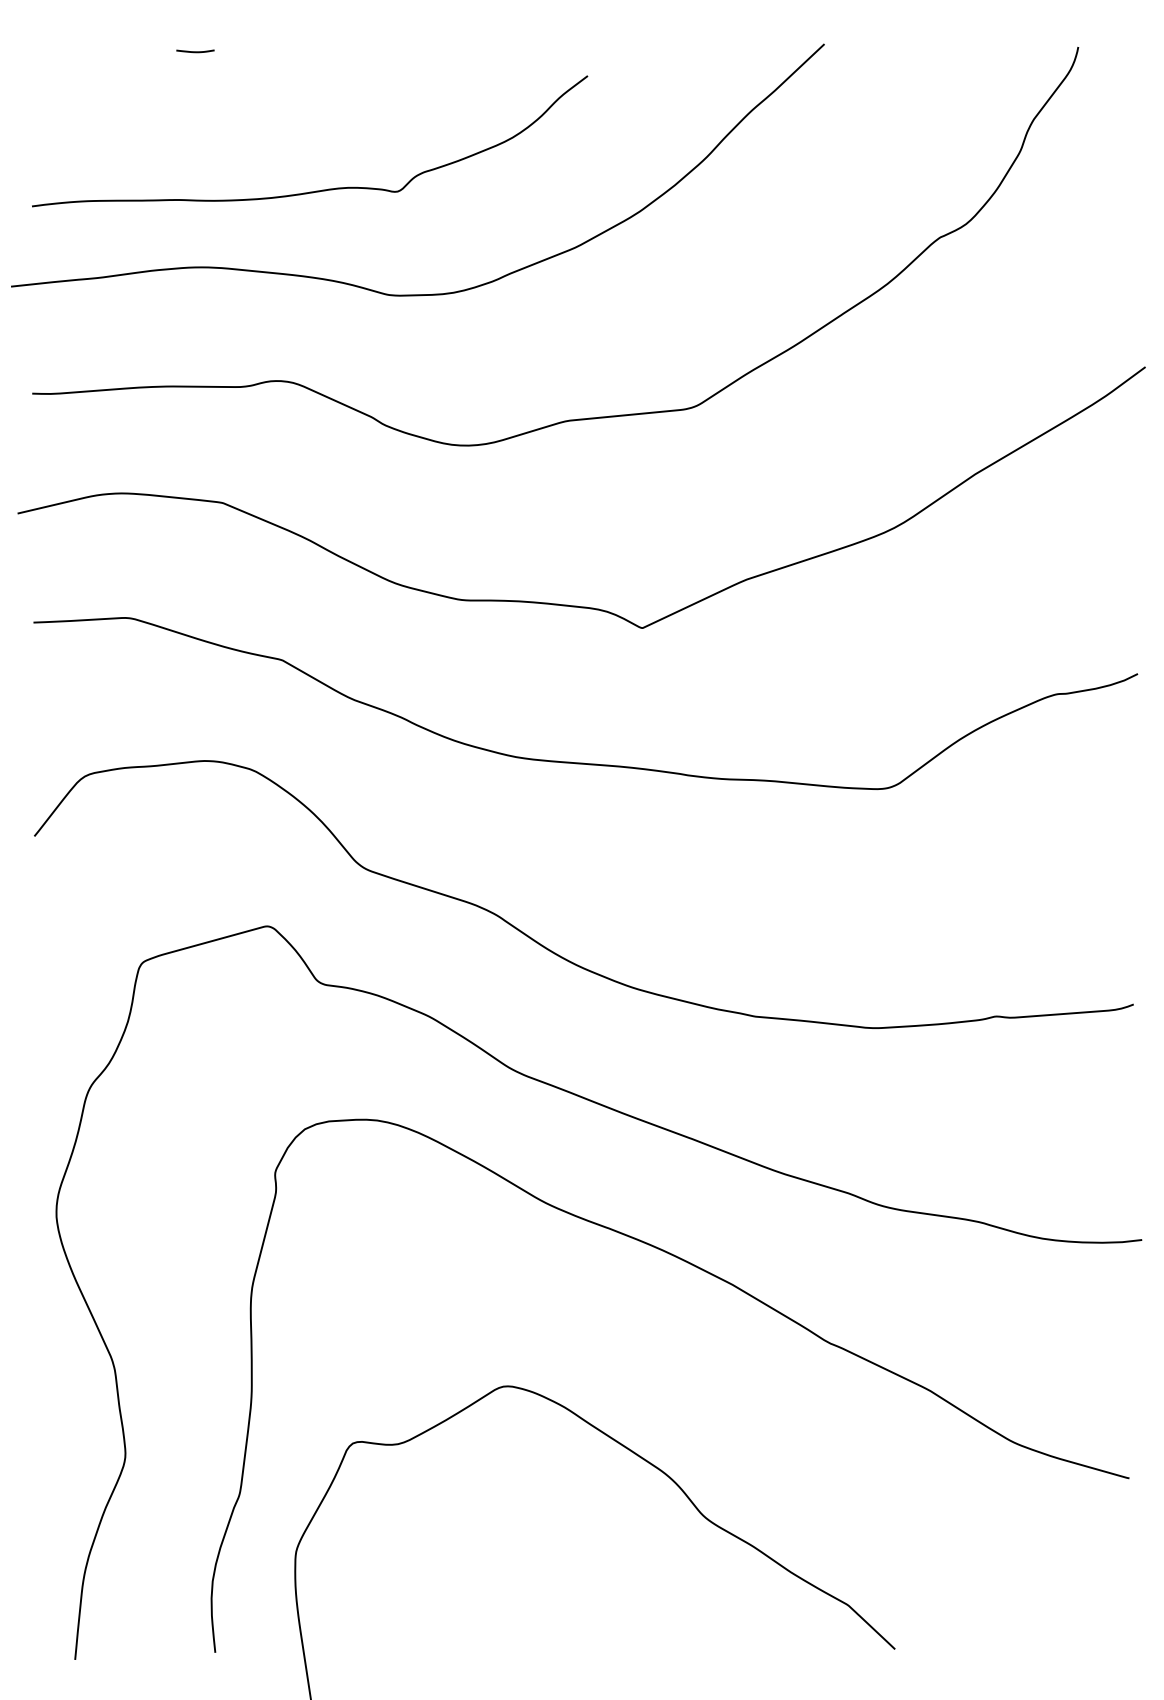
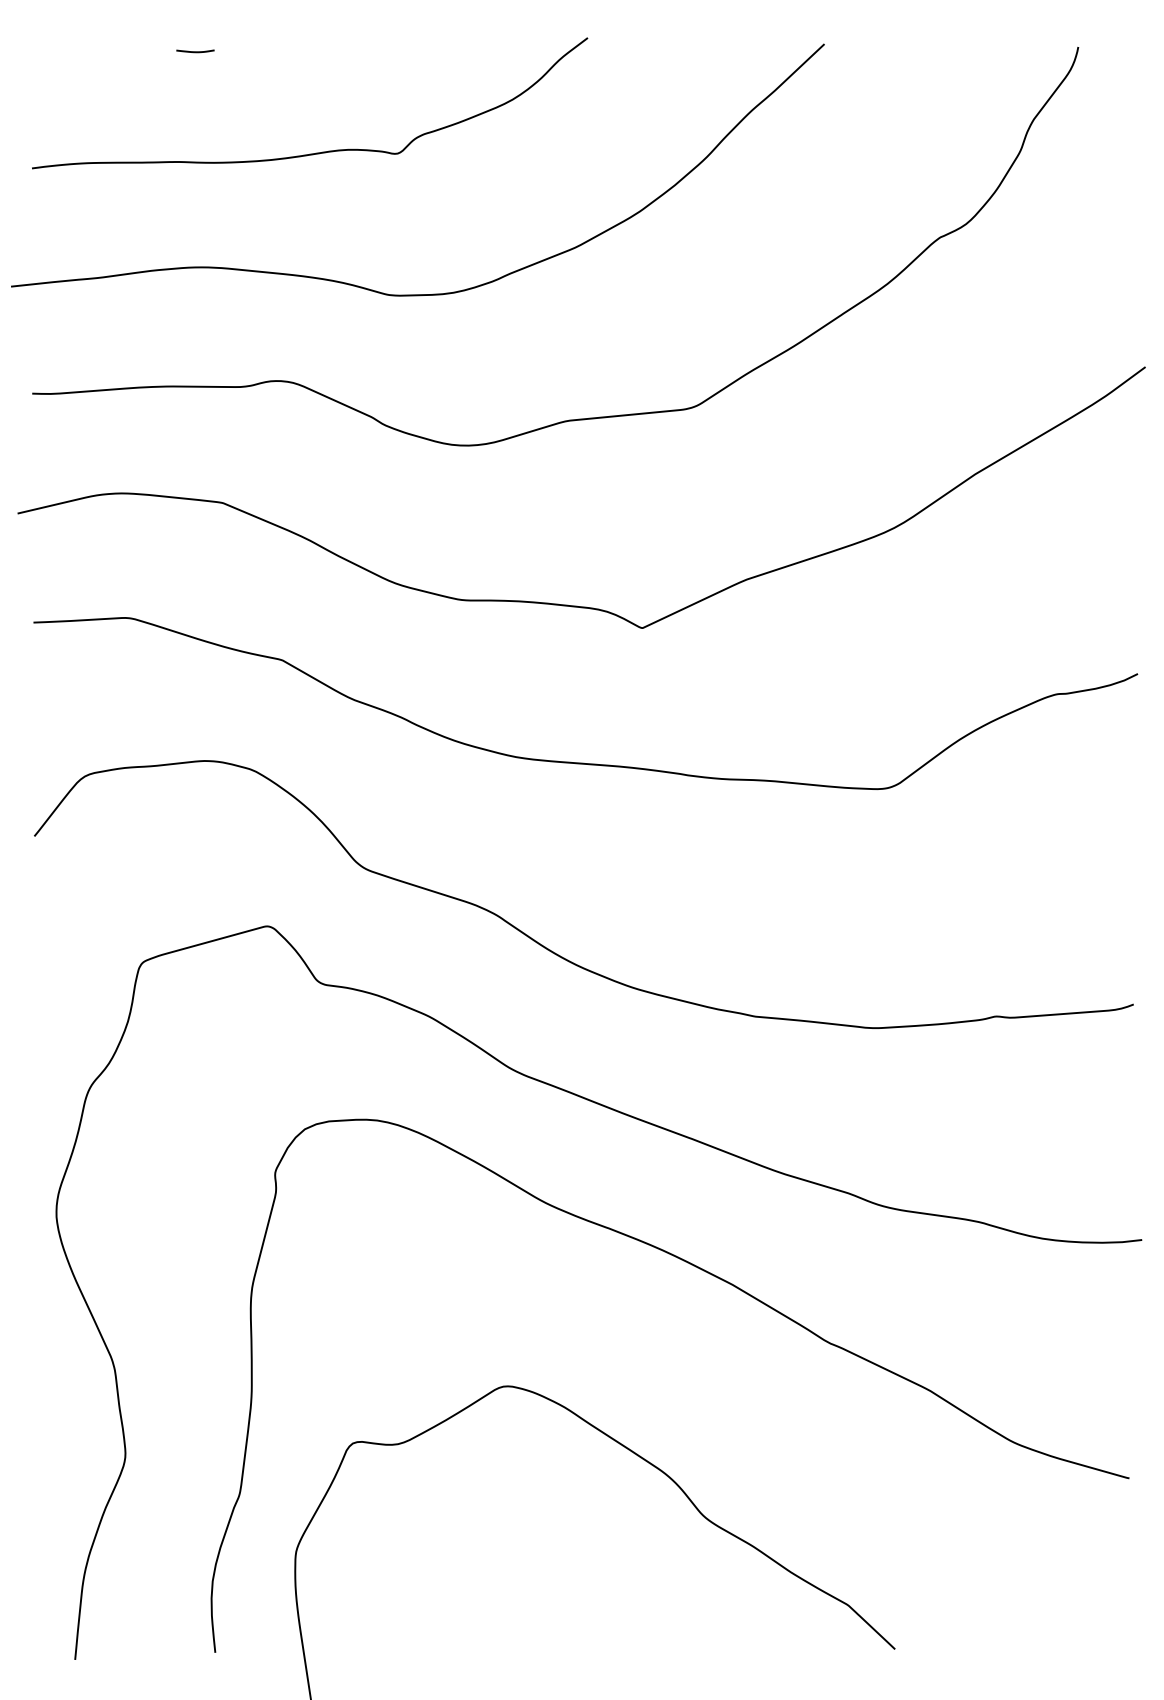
curve at (316, 190) position: (316, 190) -> (316, 152)
